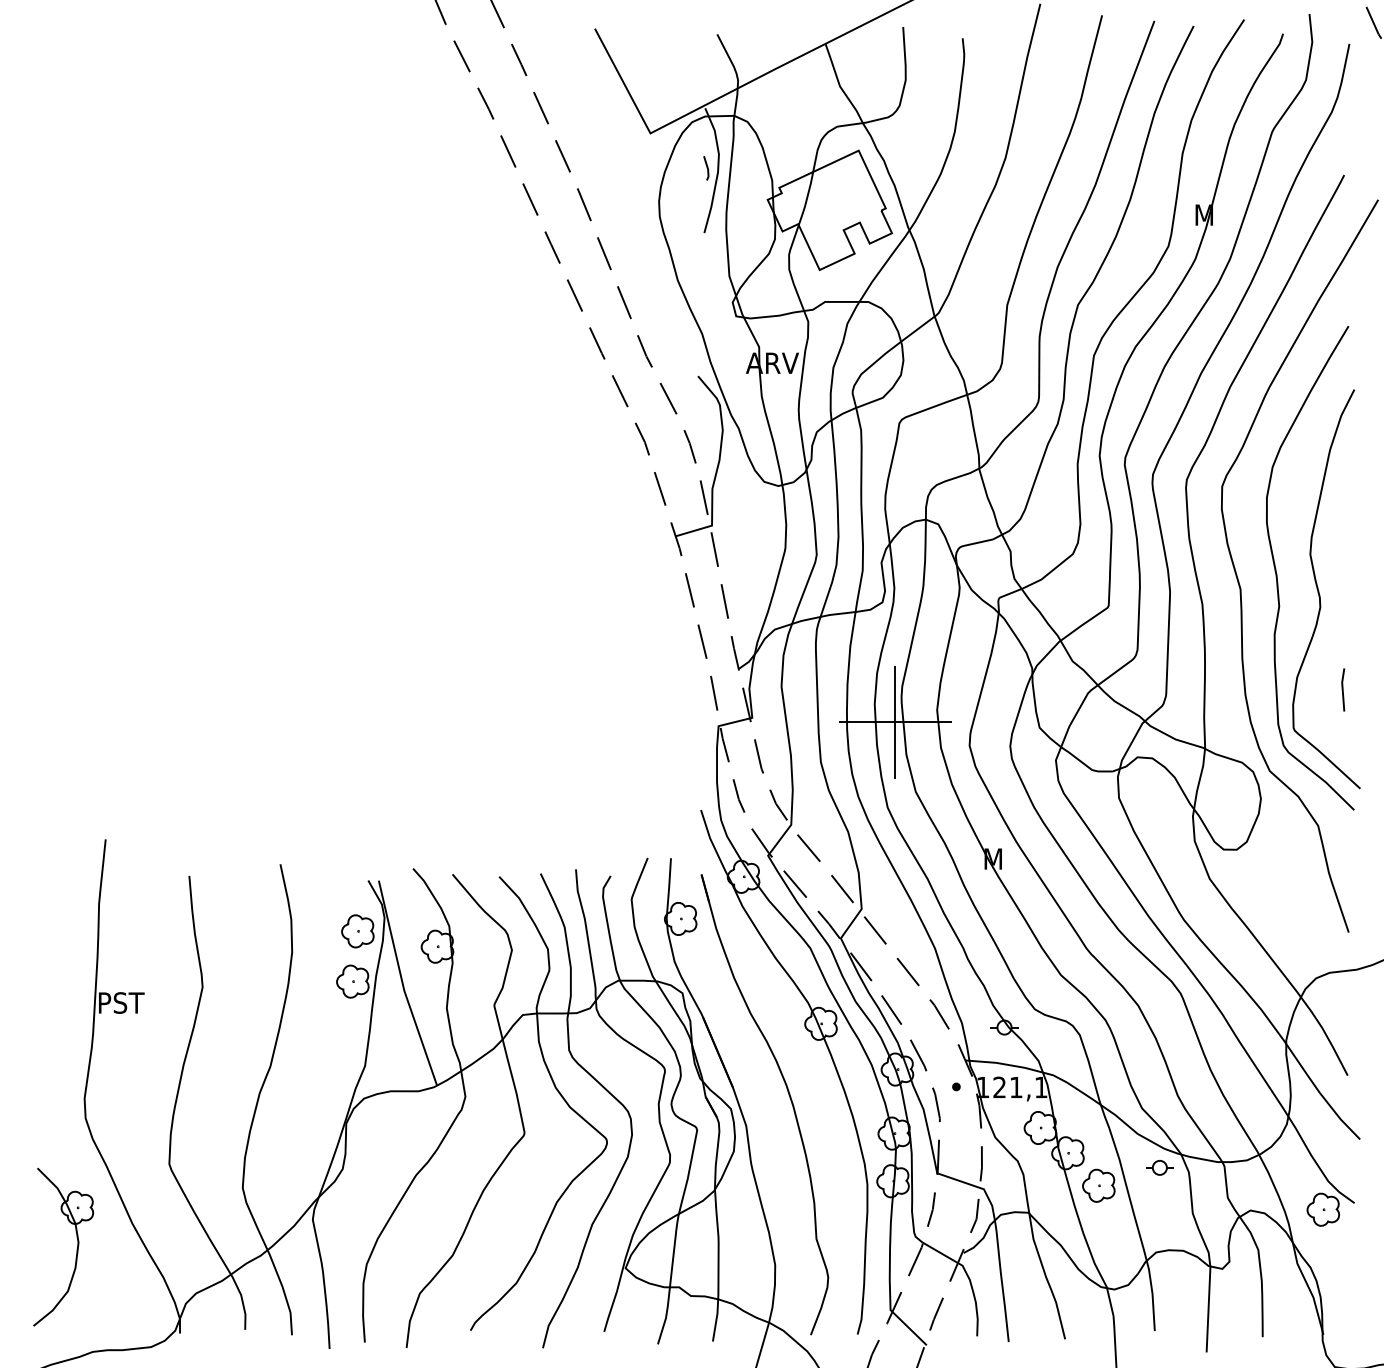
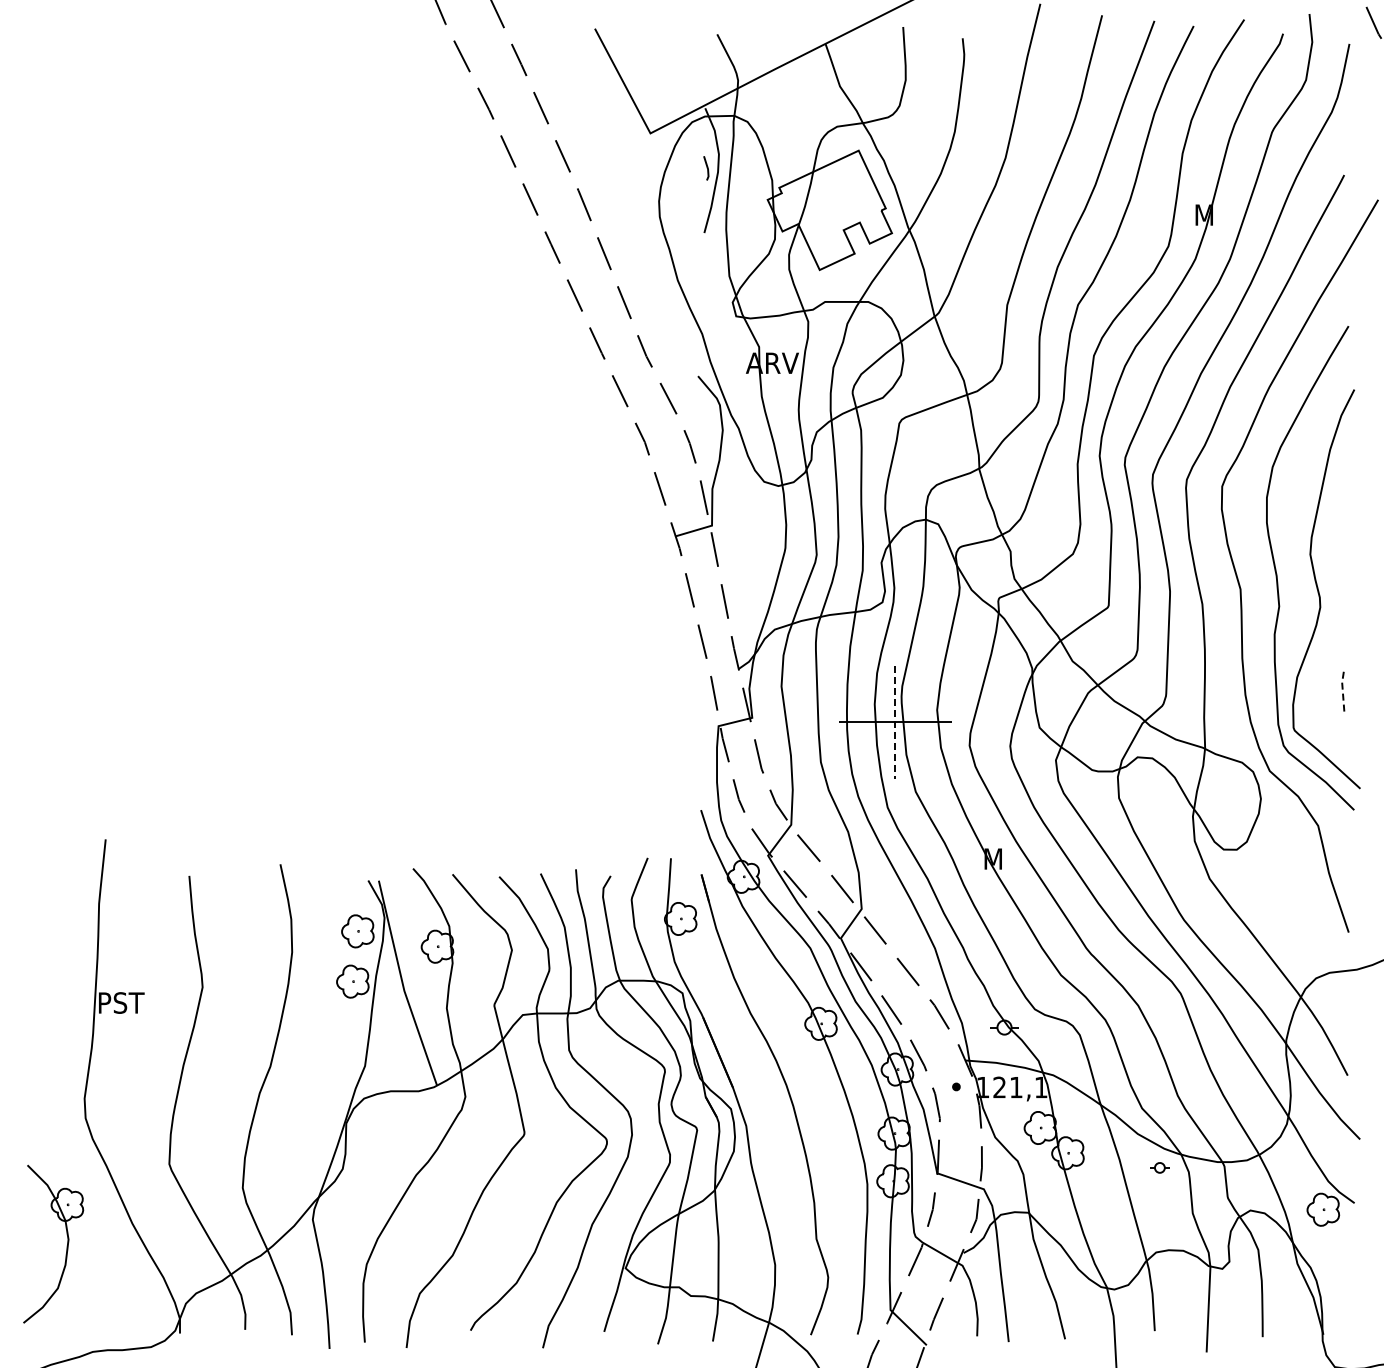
line at (1342, 689): solid -> dashed
line at (895, 722): solid -> dashed
part at (1159, 1167) size: 28x16 px -> 20x12 px
part at (1098, 1185): present -> none
part at (76, 1249) position: (76, 1249) -> (66, 1246)
